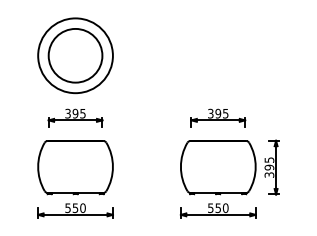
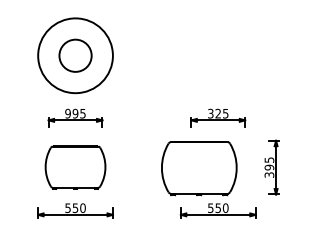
circle at (75, 55) diameter: 54 px -> 32 px
text at (67, 113): 395 -> 995
text at (218, 113): 395 -> 325
part at (75, 167) size: 77x56 px -> 63x45 px
part at (218, 167) position: (218, 167) -> (199, 168)
